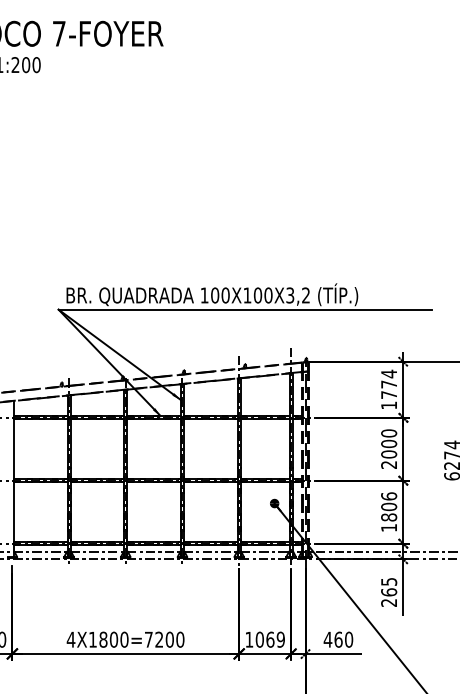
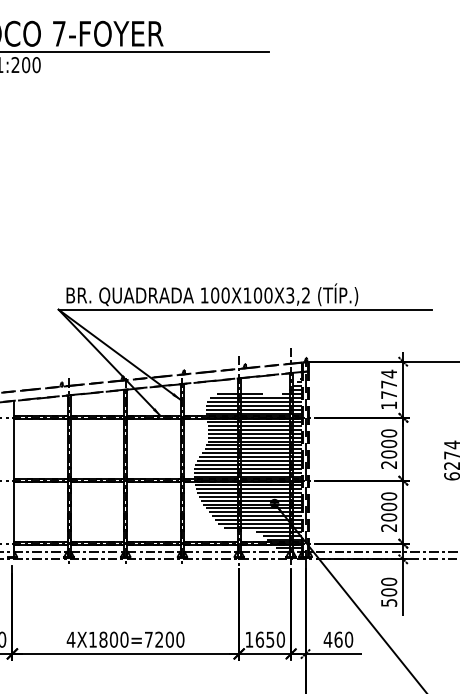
line at (135, 52): none -> present
hatch at (247, 462): none -> present
text at (388, 511): 1806 -> 2000
text at (389, 591): 265 -> 500
text at (270, 639): 1069 -> 1650
